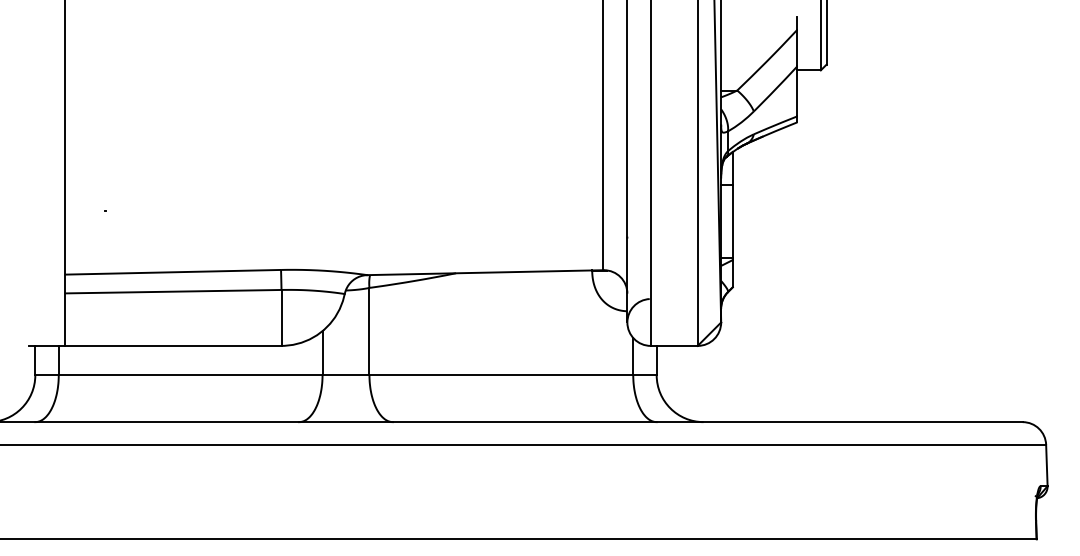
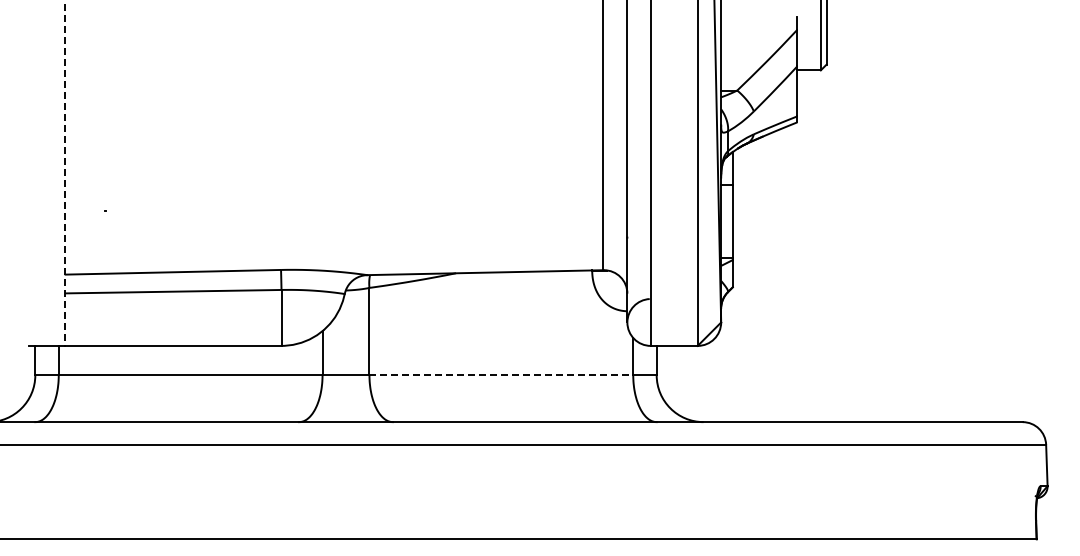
line at (64, 173): solid -> dashed
line at (501, 375): solid -> dashed
